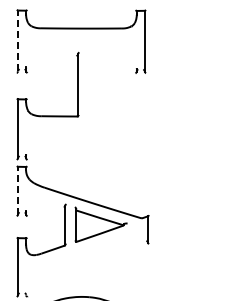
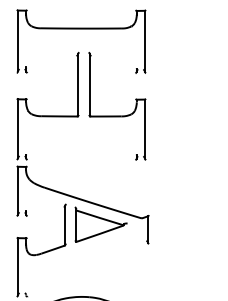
line at (18, 40): dashed -> solid
part at (117, 115): none -> present
line at (18, 190): dashed -> solid
